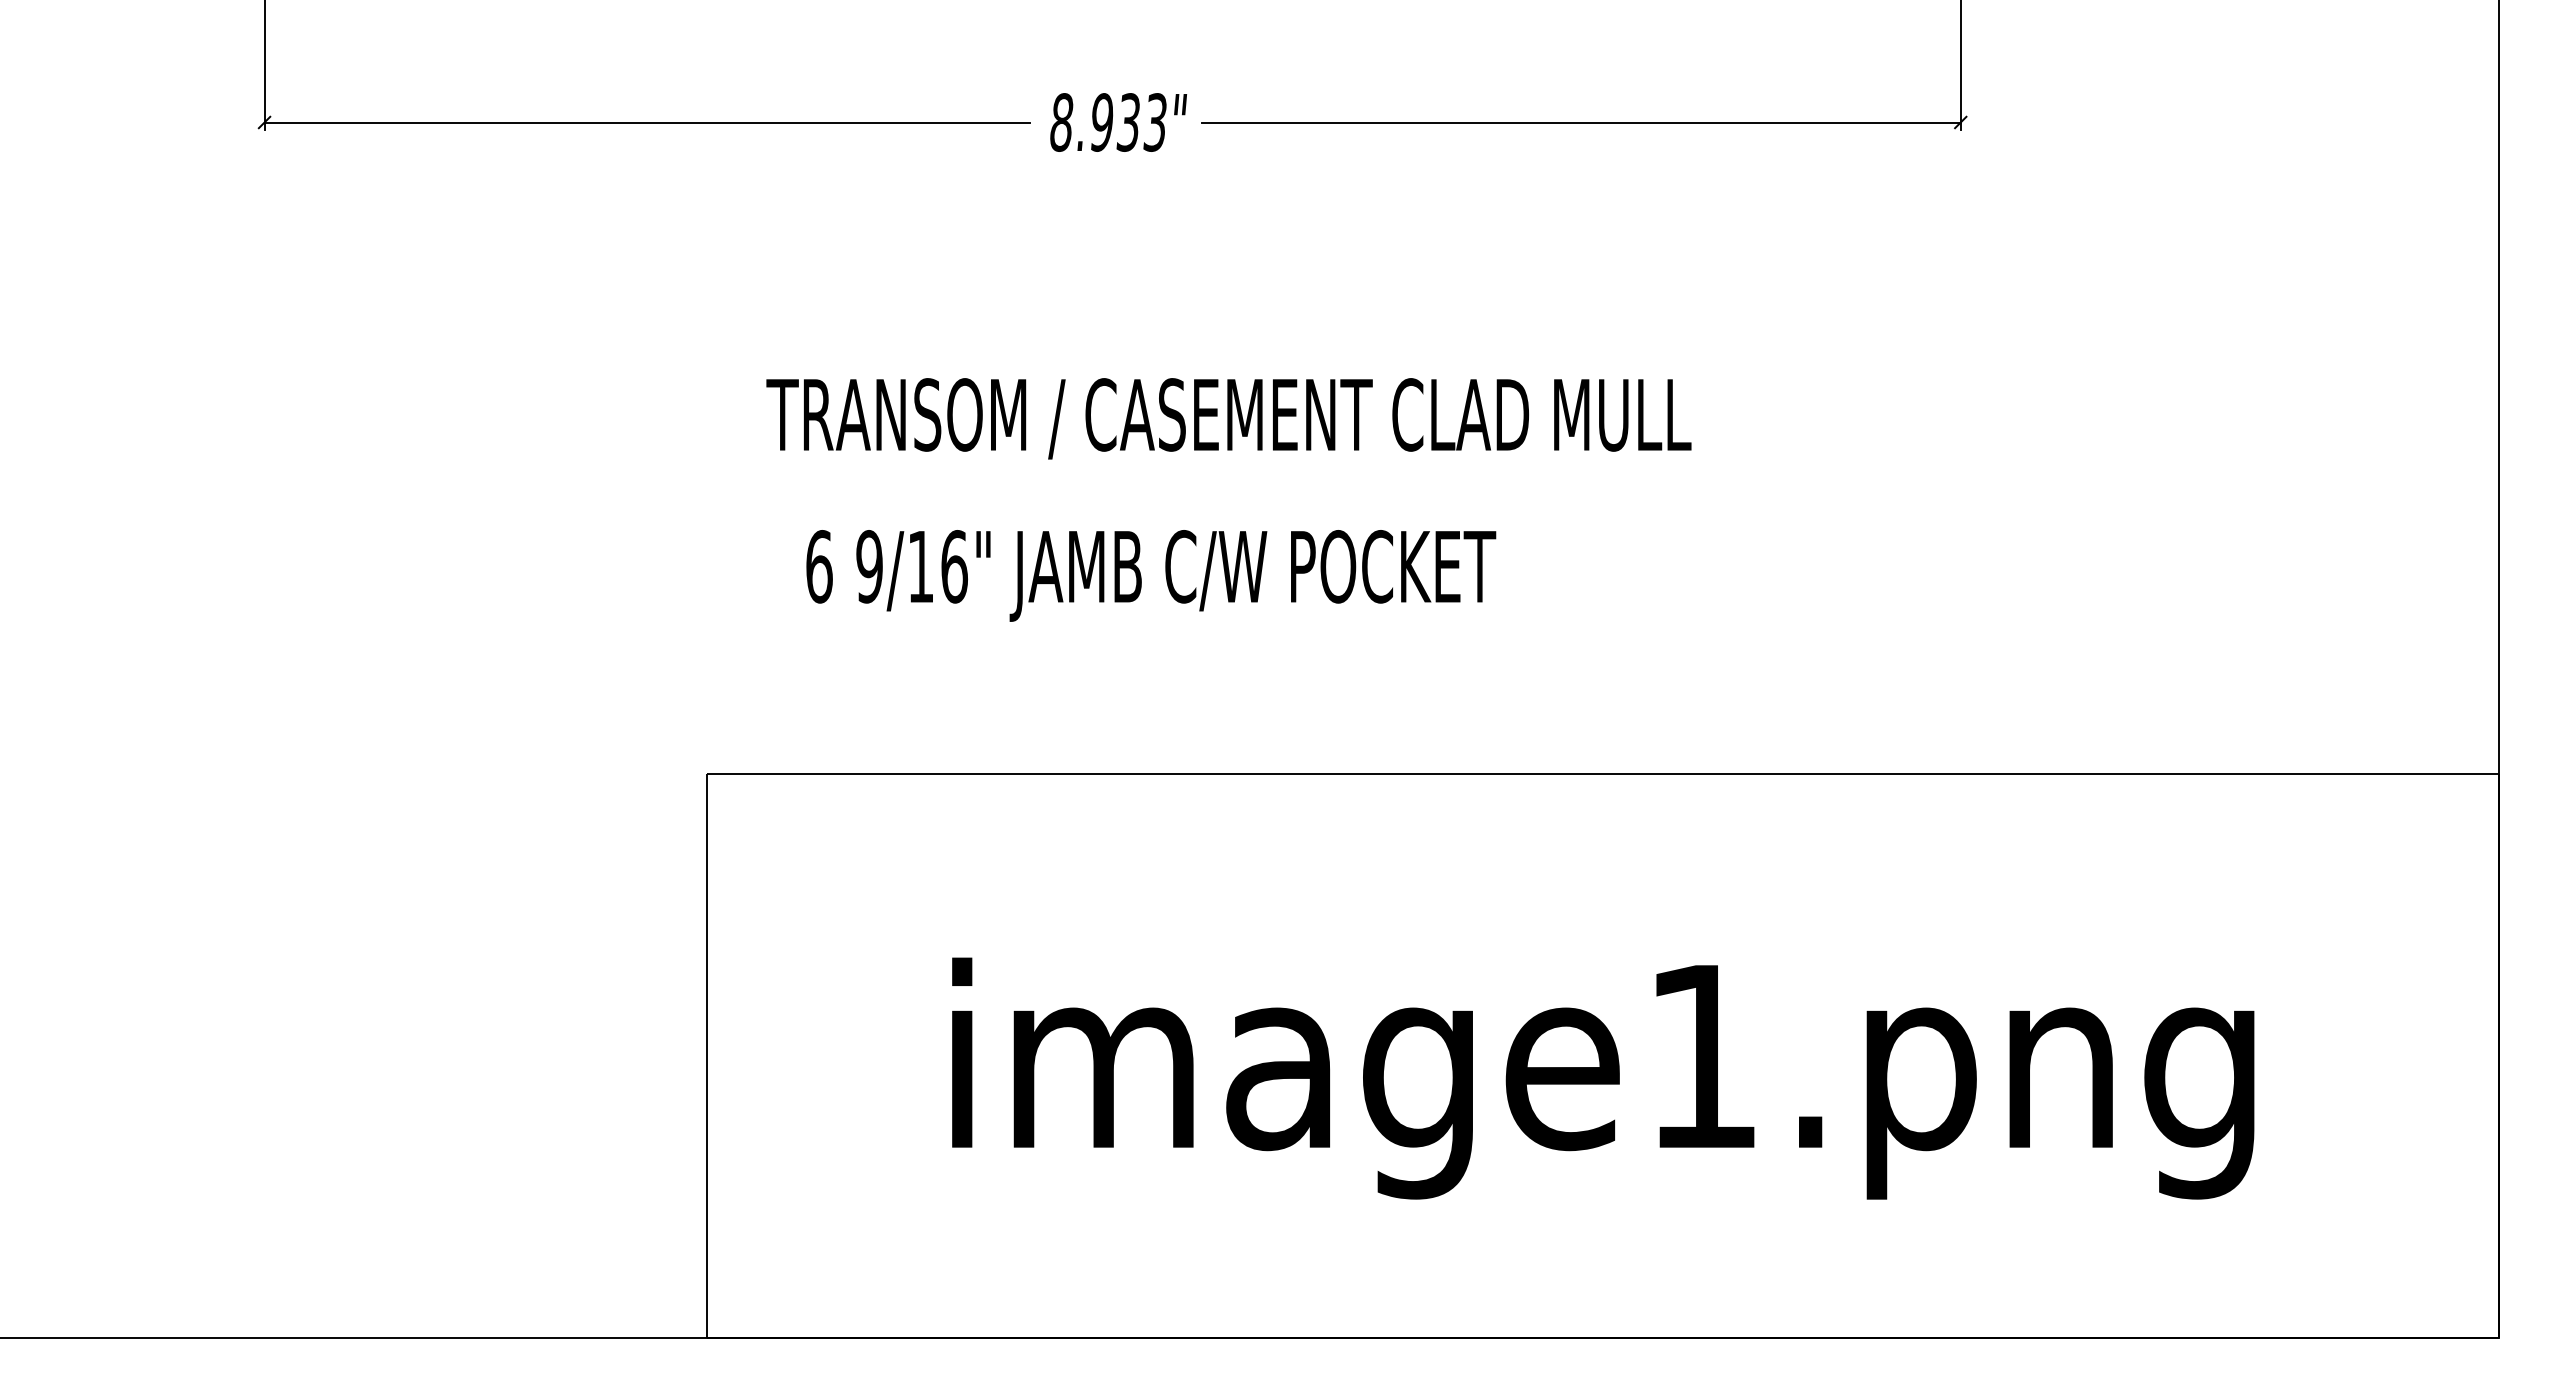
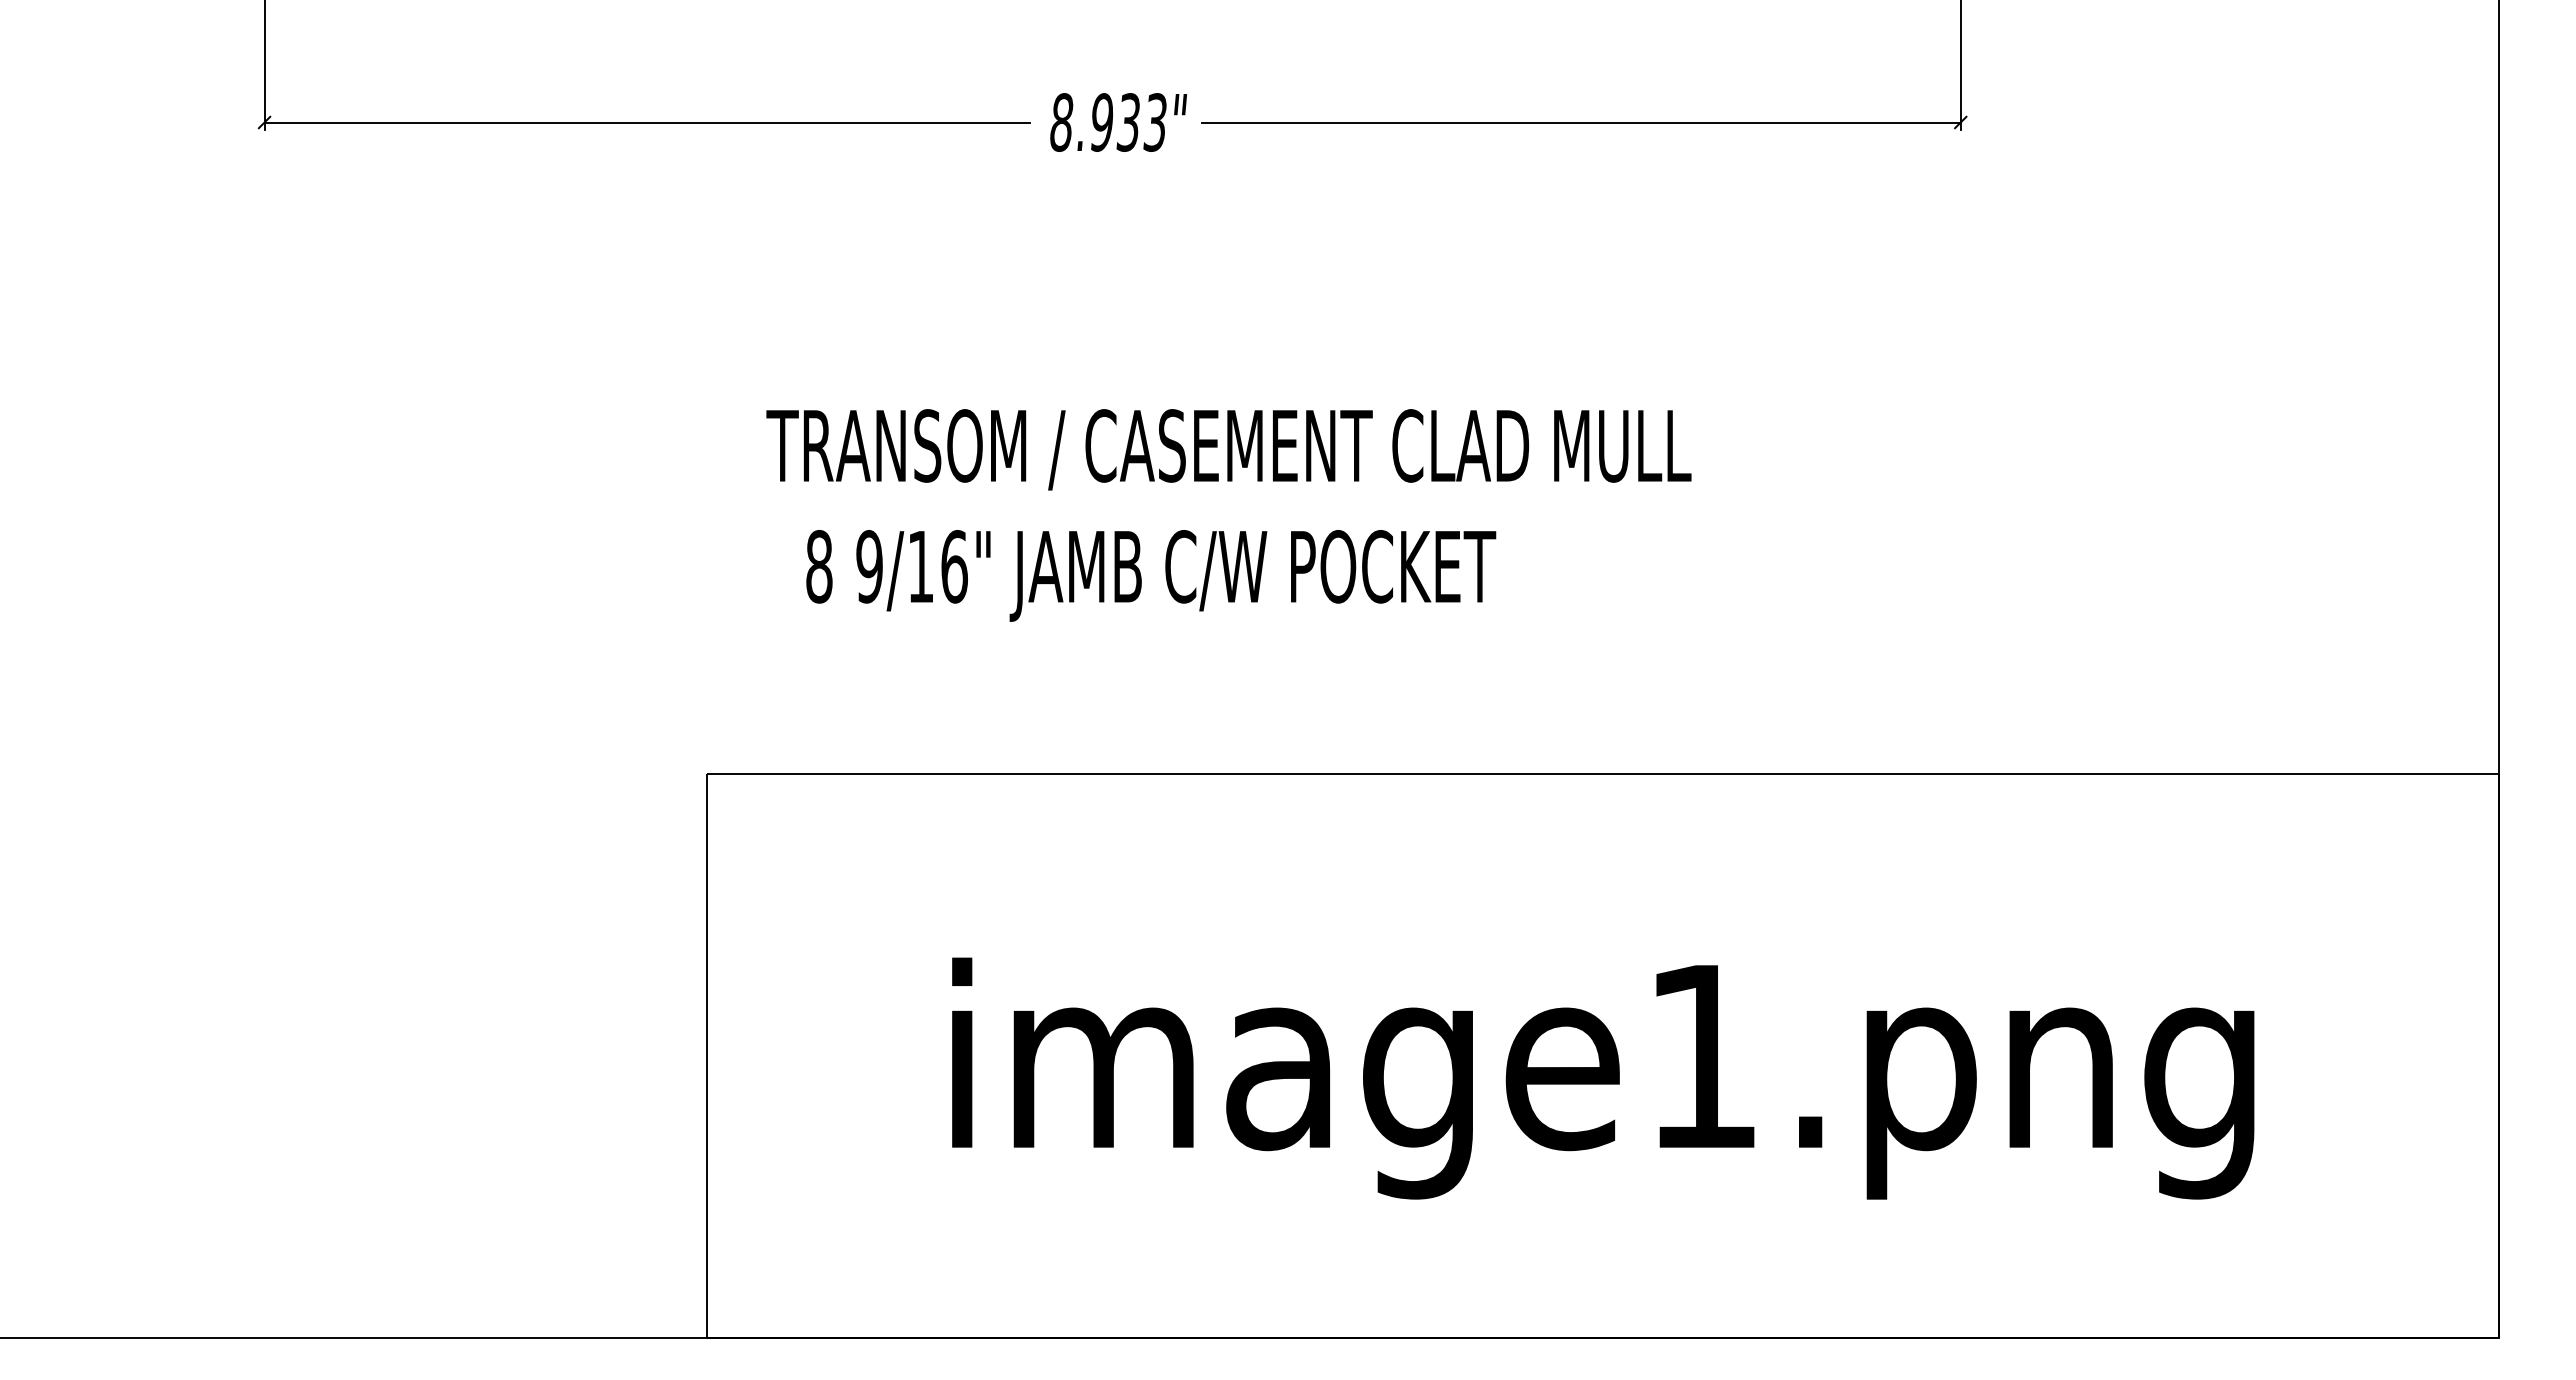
text at (1228, 418) position: (1228, 418) -> (1228, 449)
text at (819, 566): 6 -> 8
